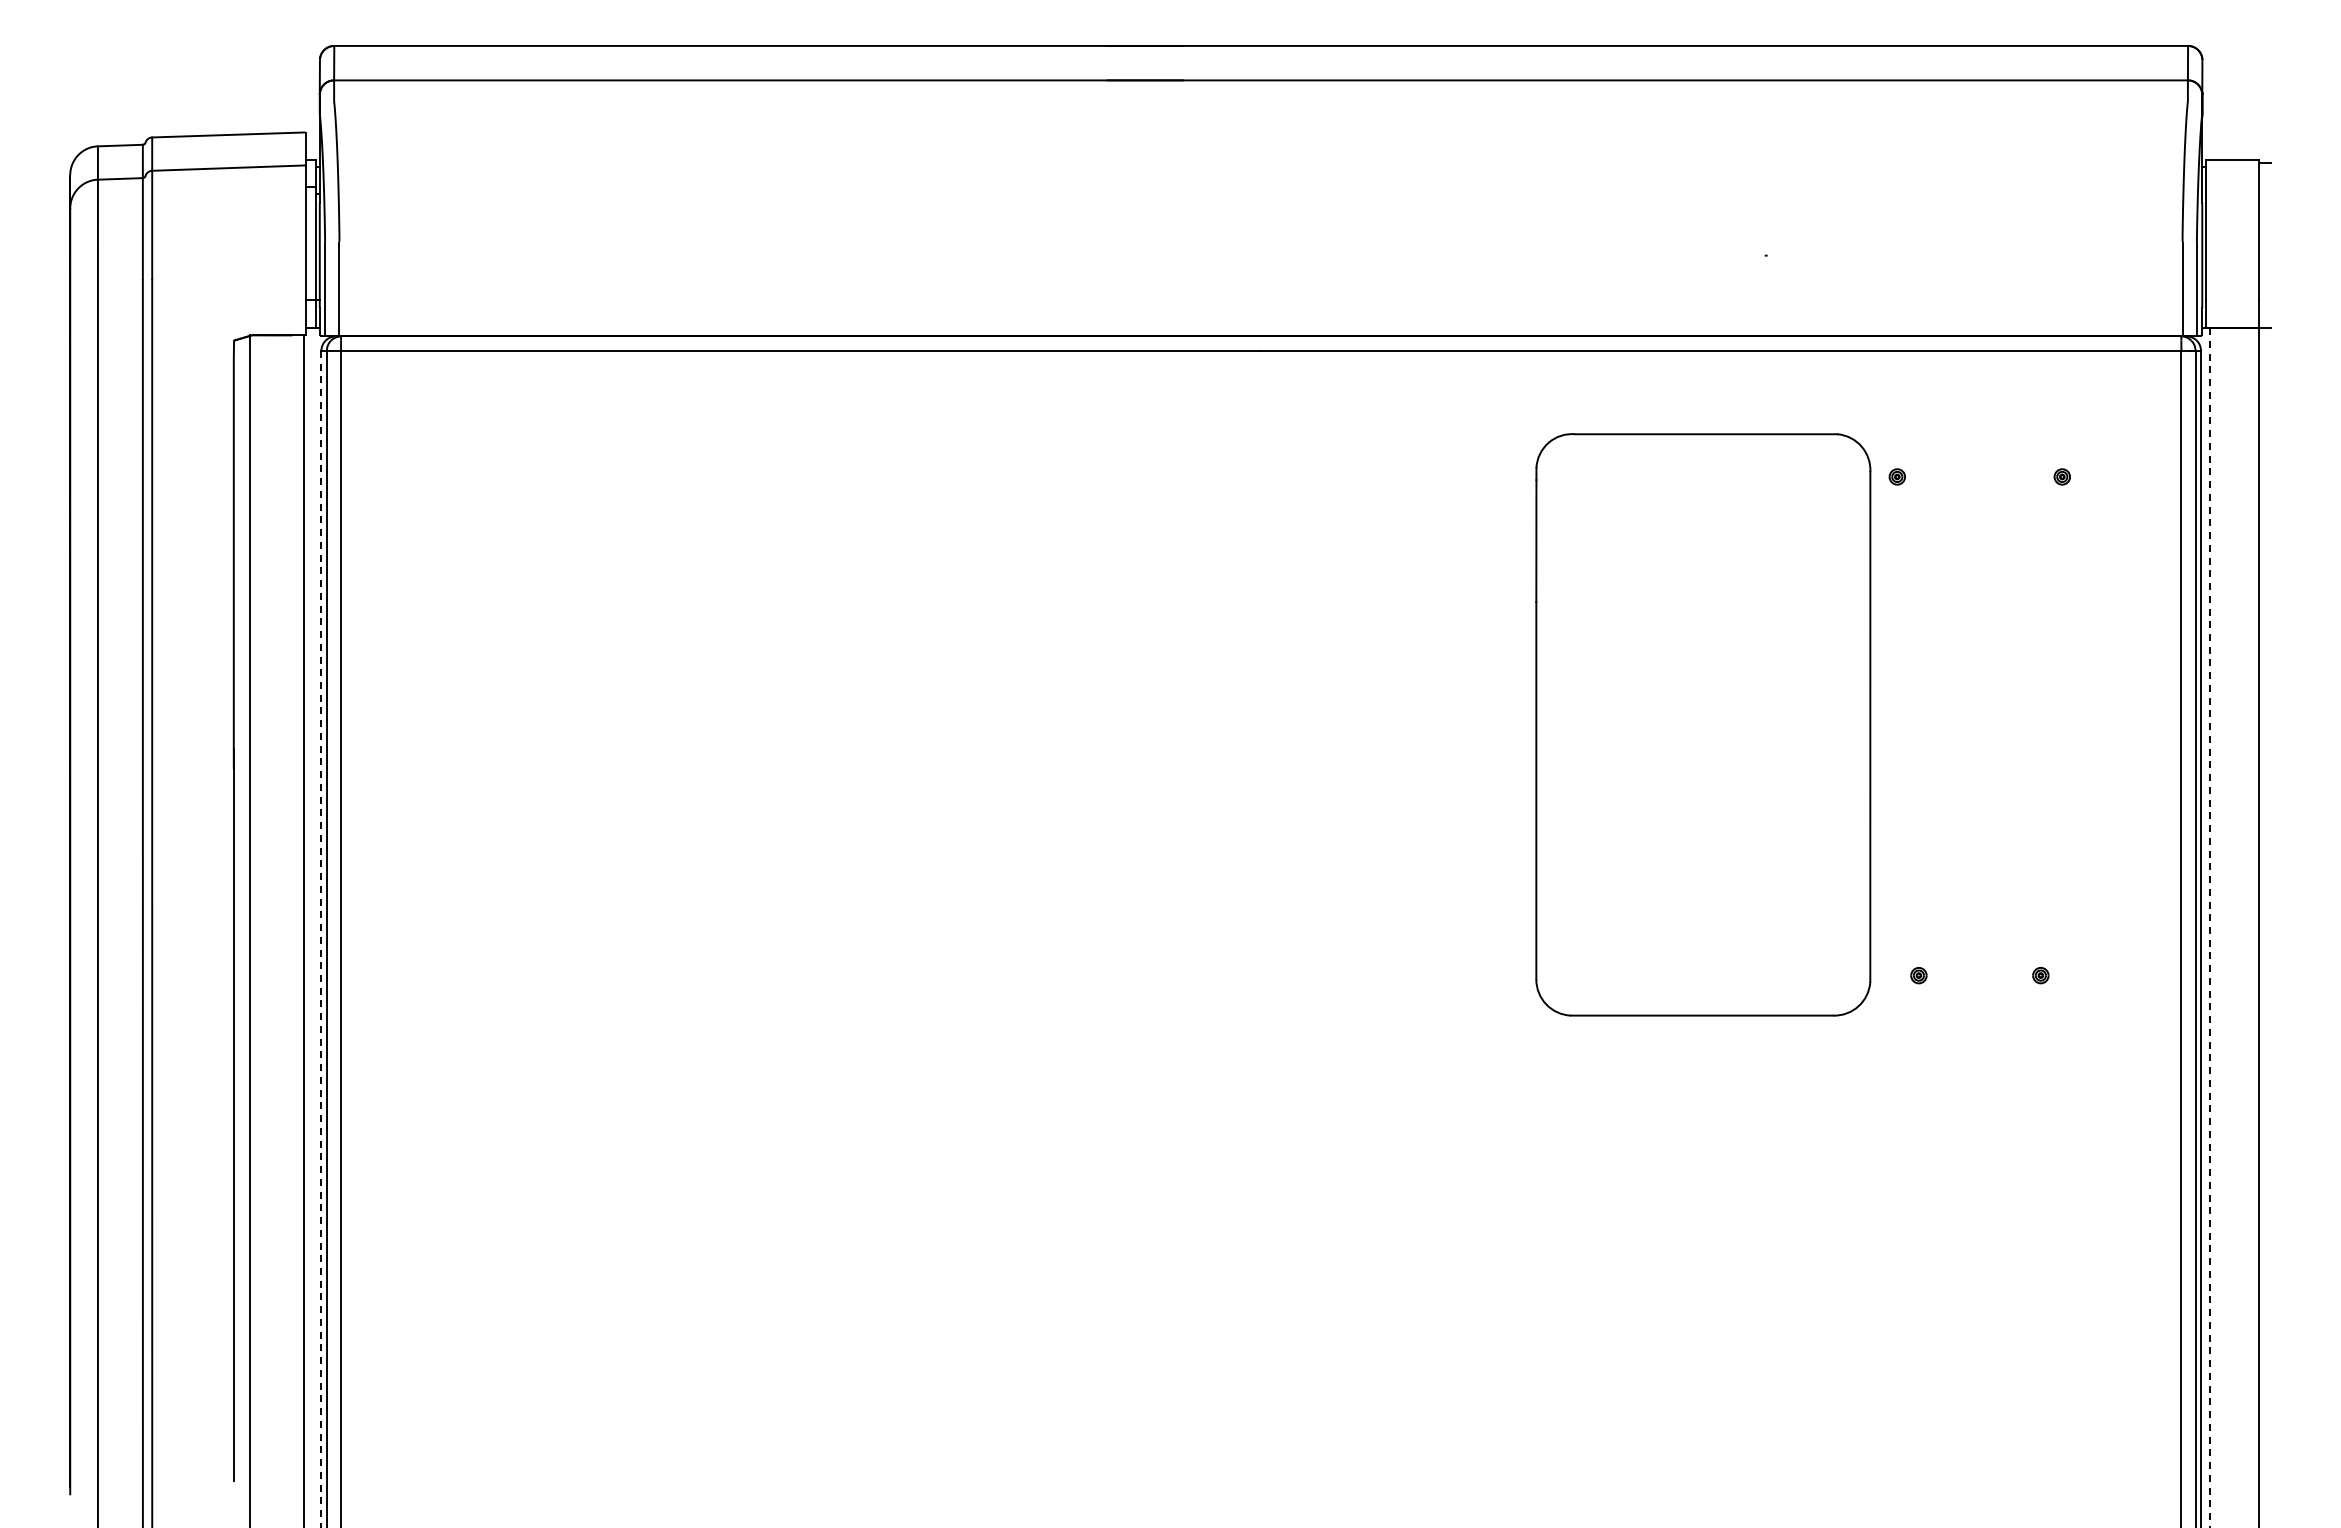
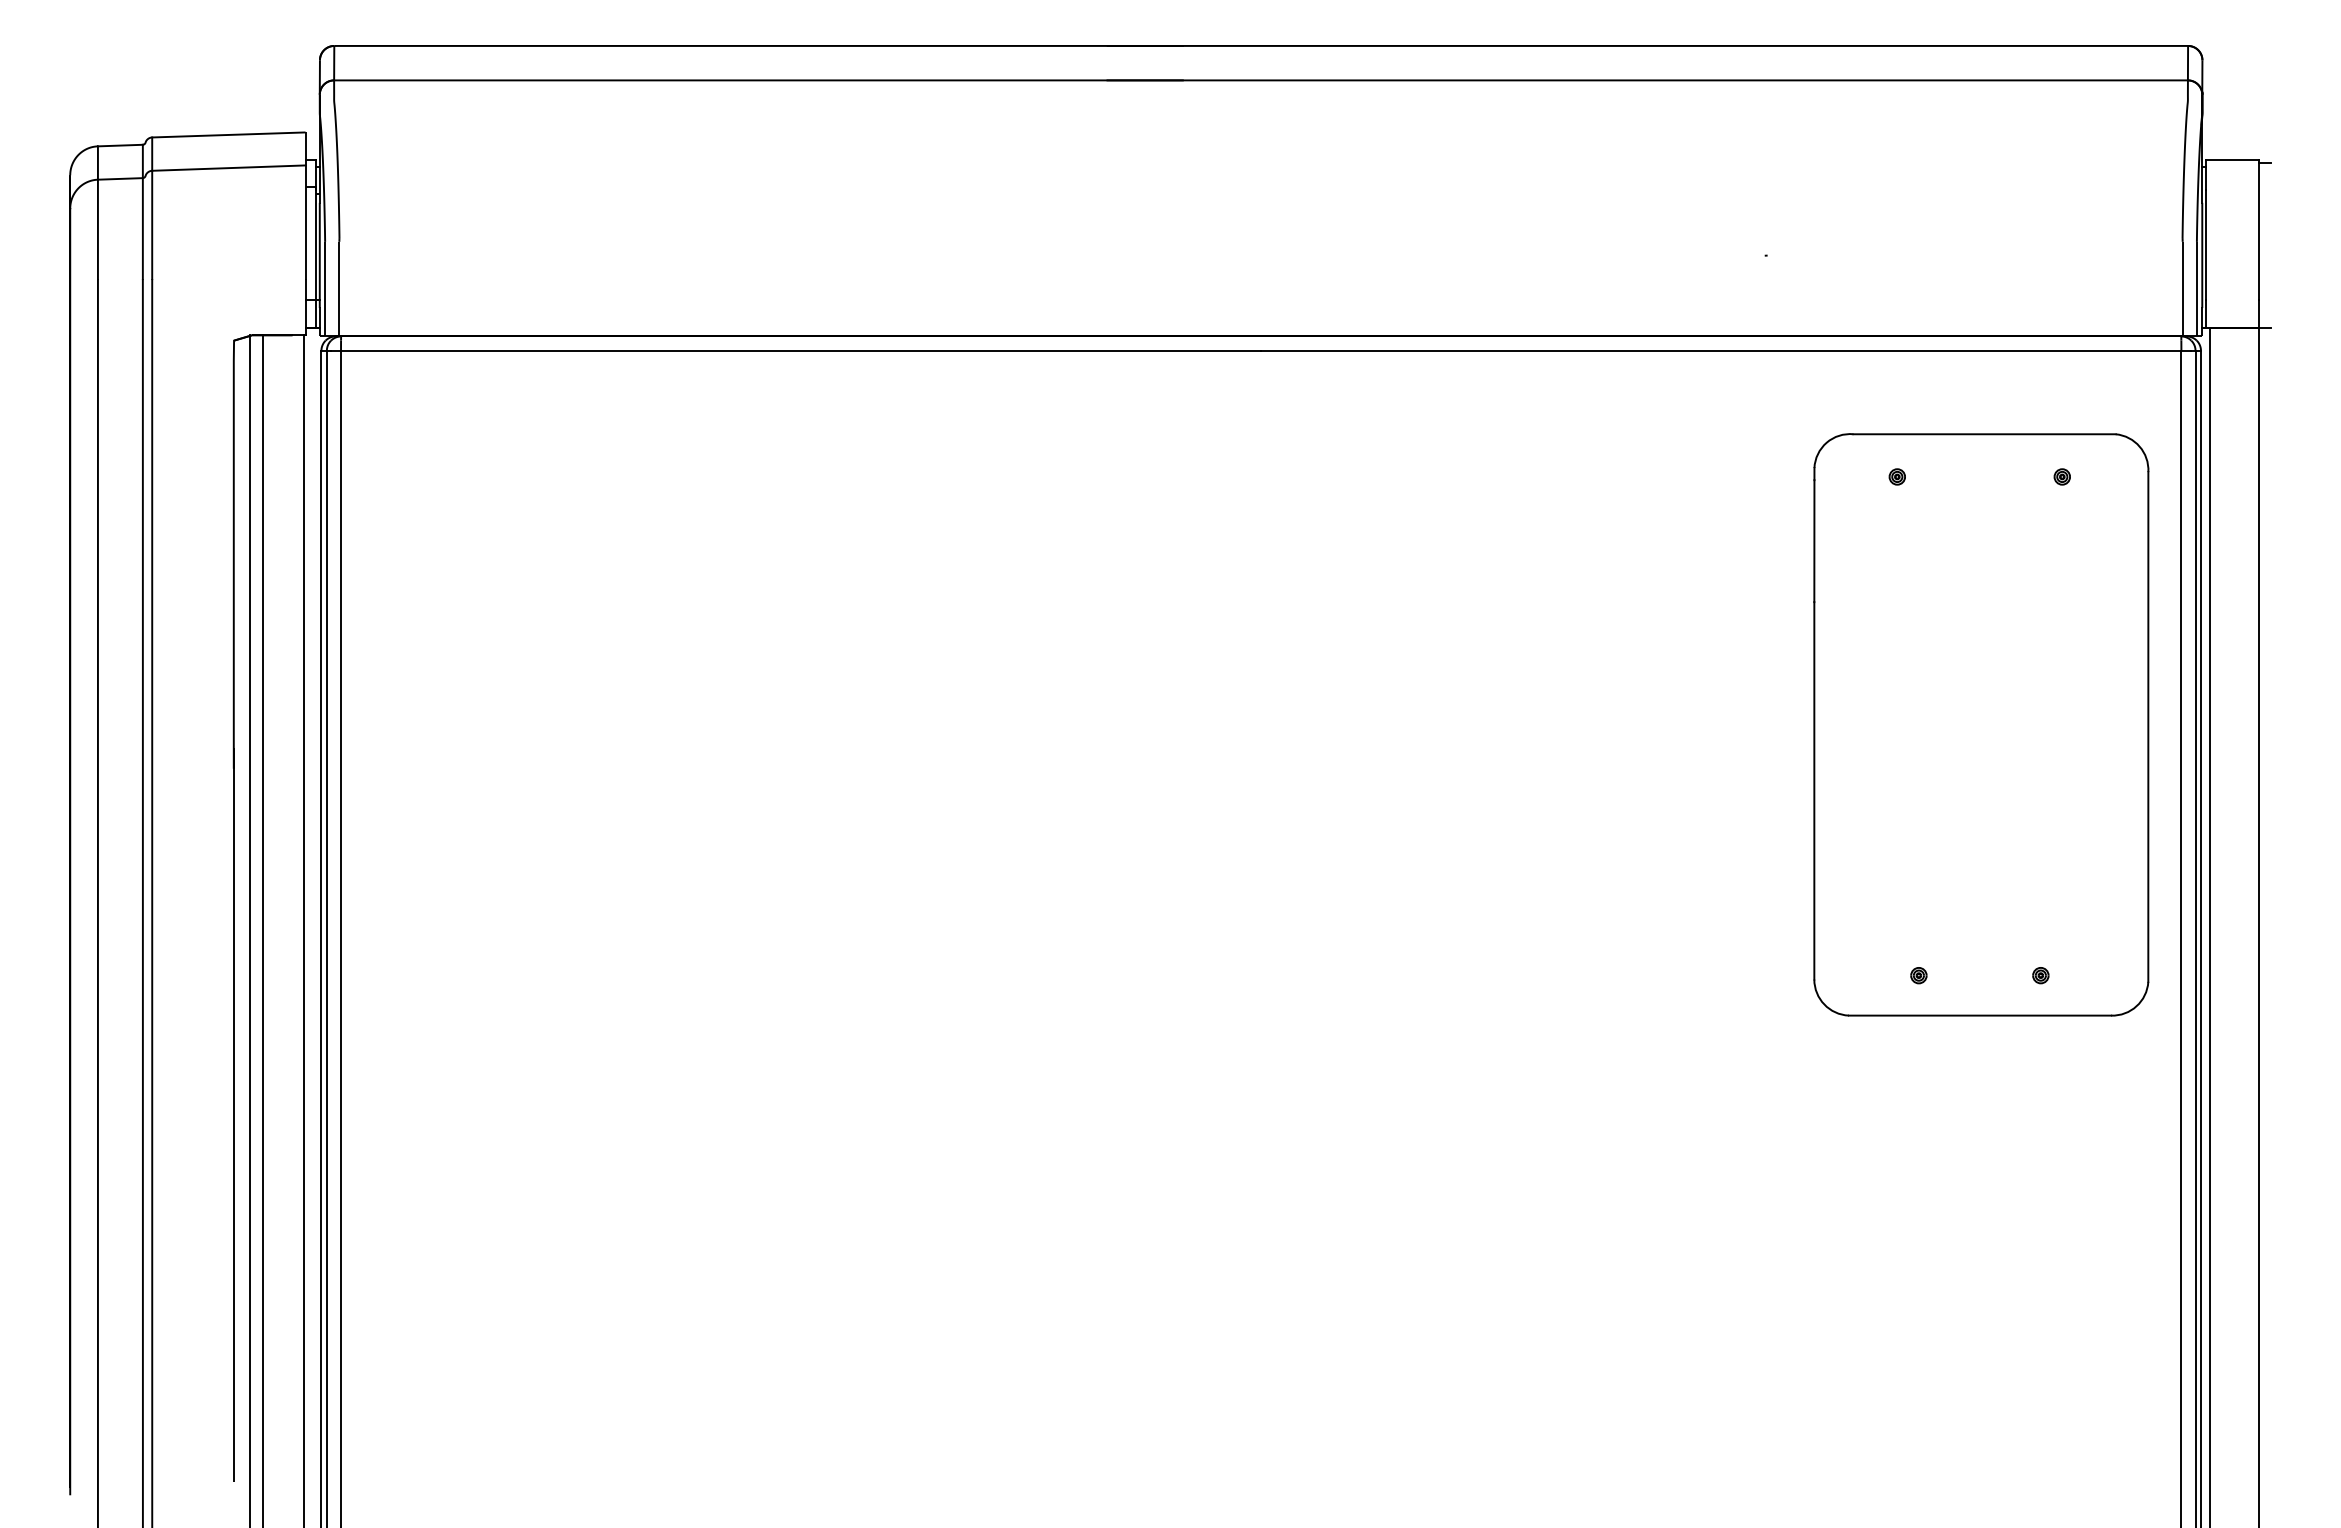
part at (1703, 724) position: (1703, 724) -> (1981, 724)
line at (2210, 928): dashed -> solid
line at (263, 929): none -> present
line at (321, 939): dashed -> solid
